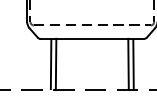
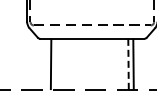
line at (55, 64): present -> none
line at (128, 64): solid -> dashed
